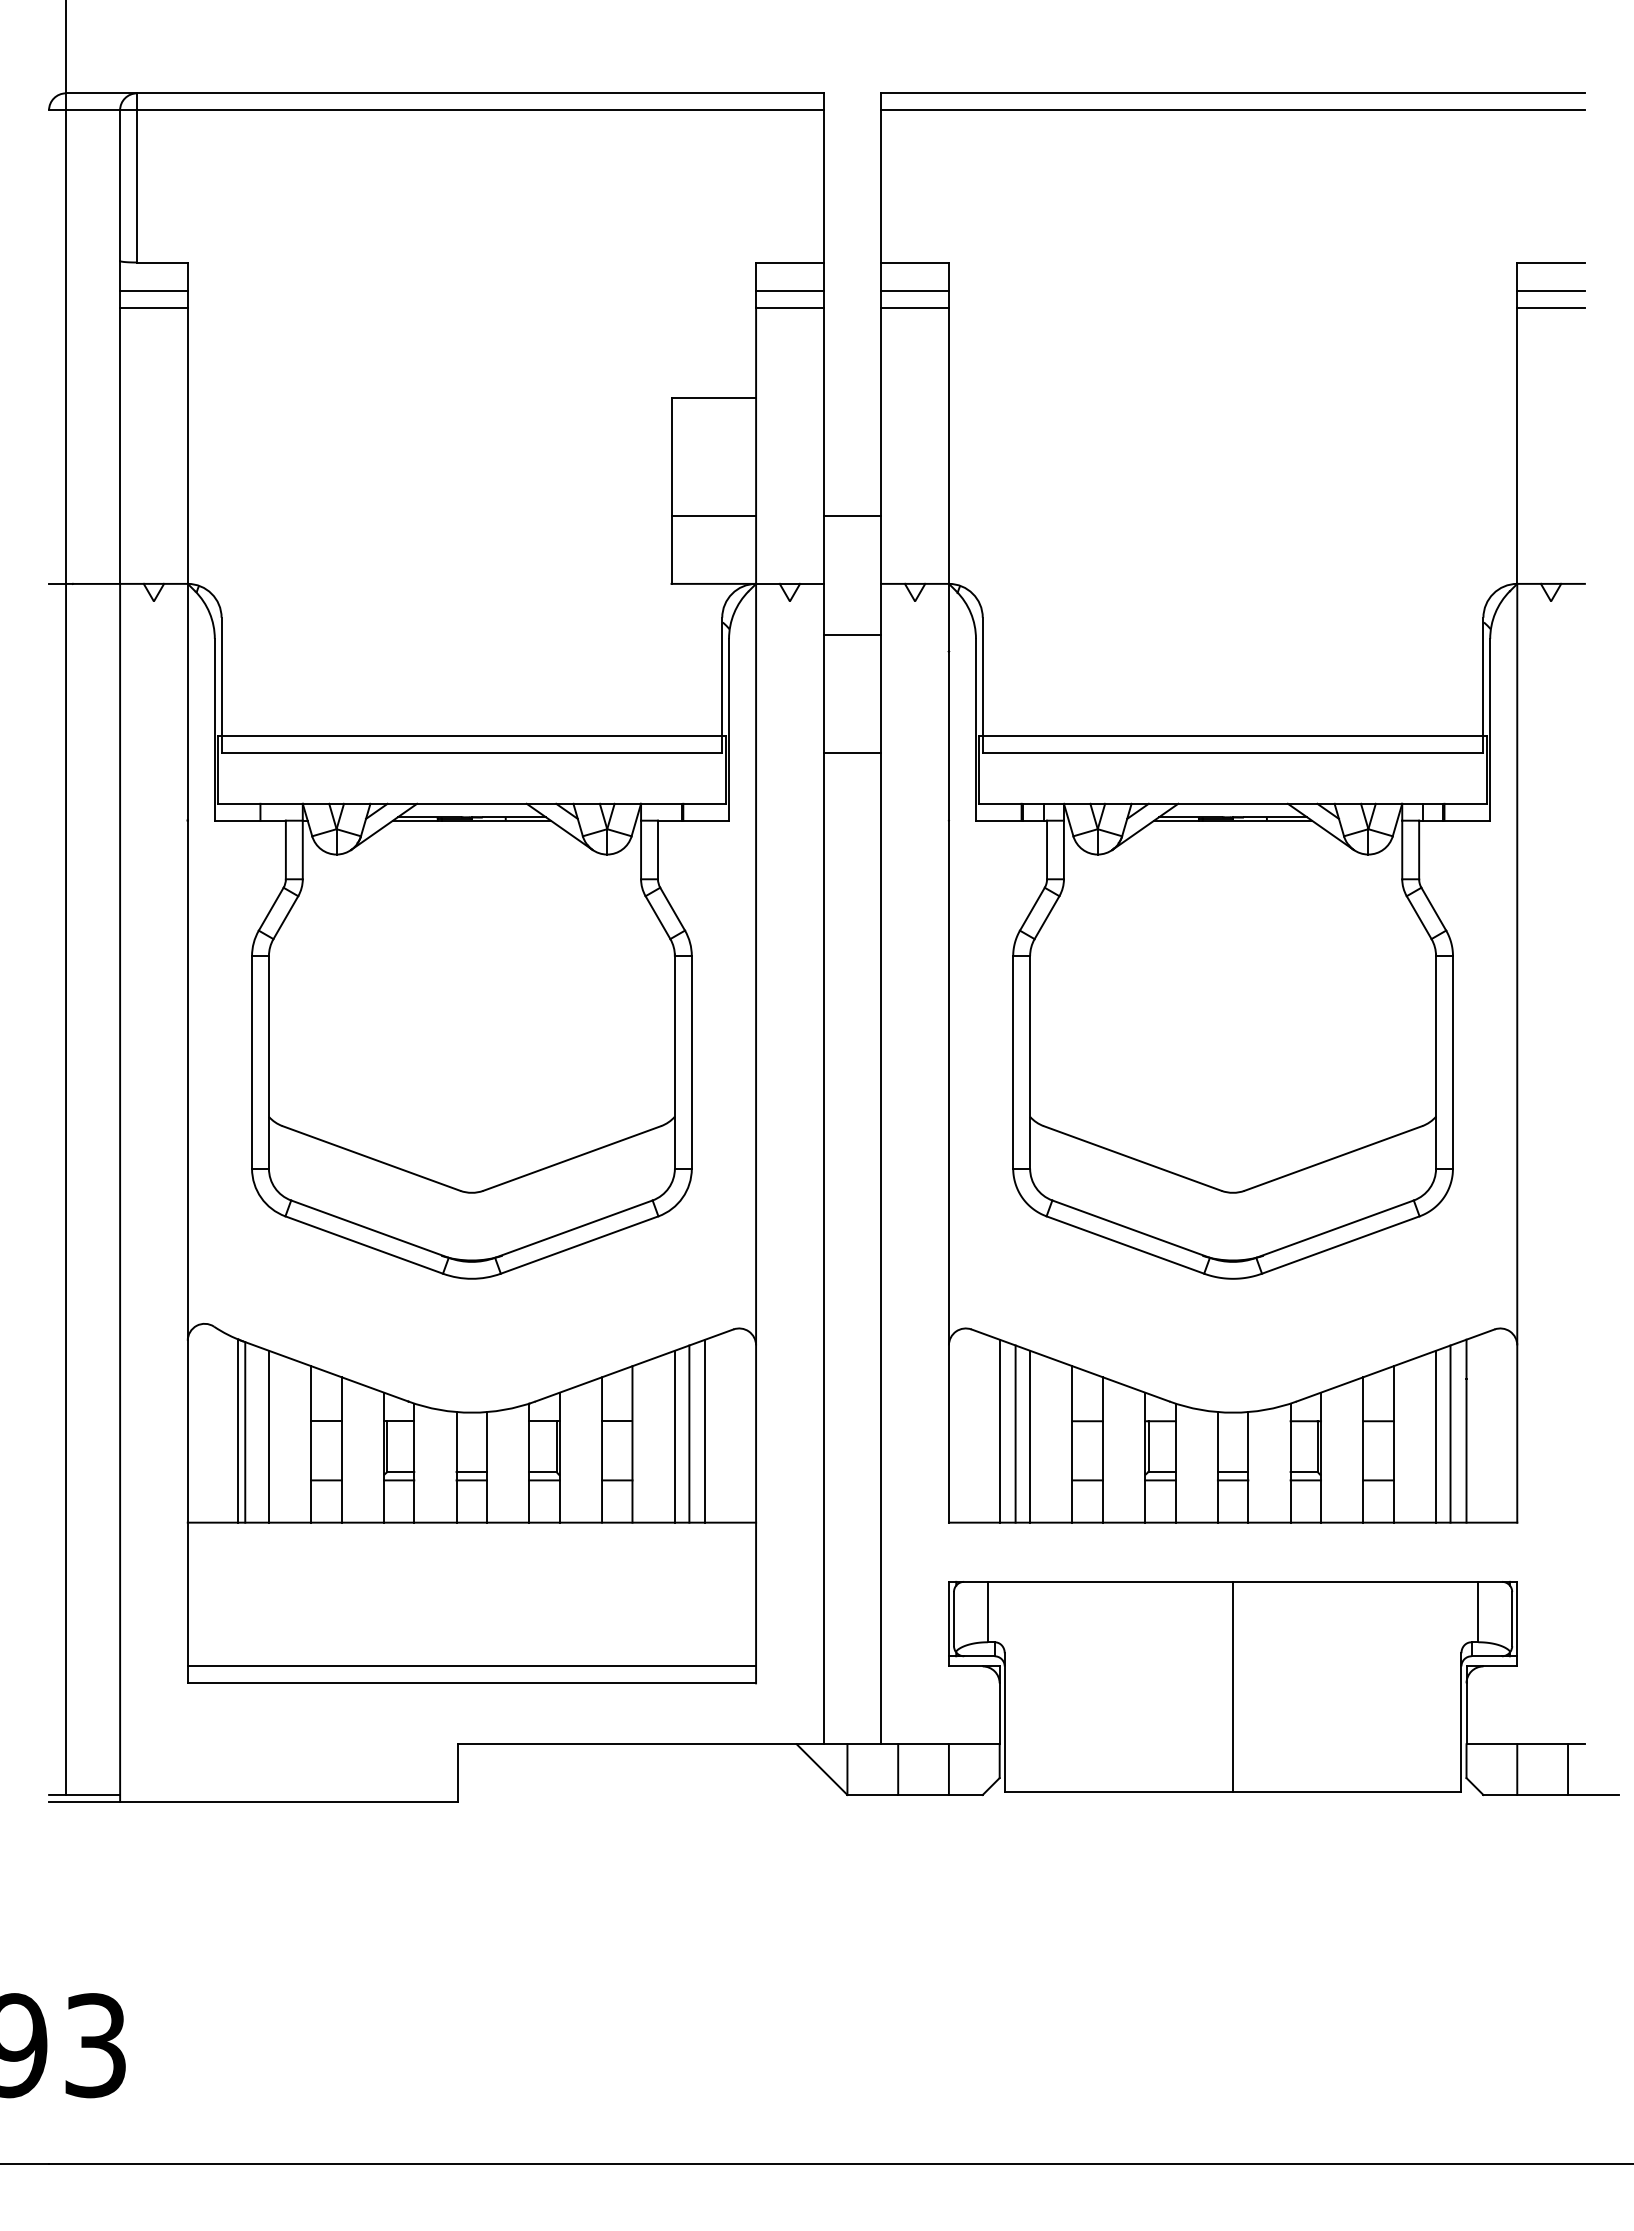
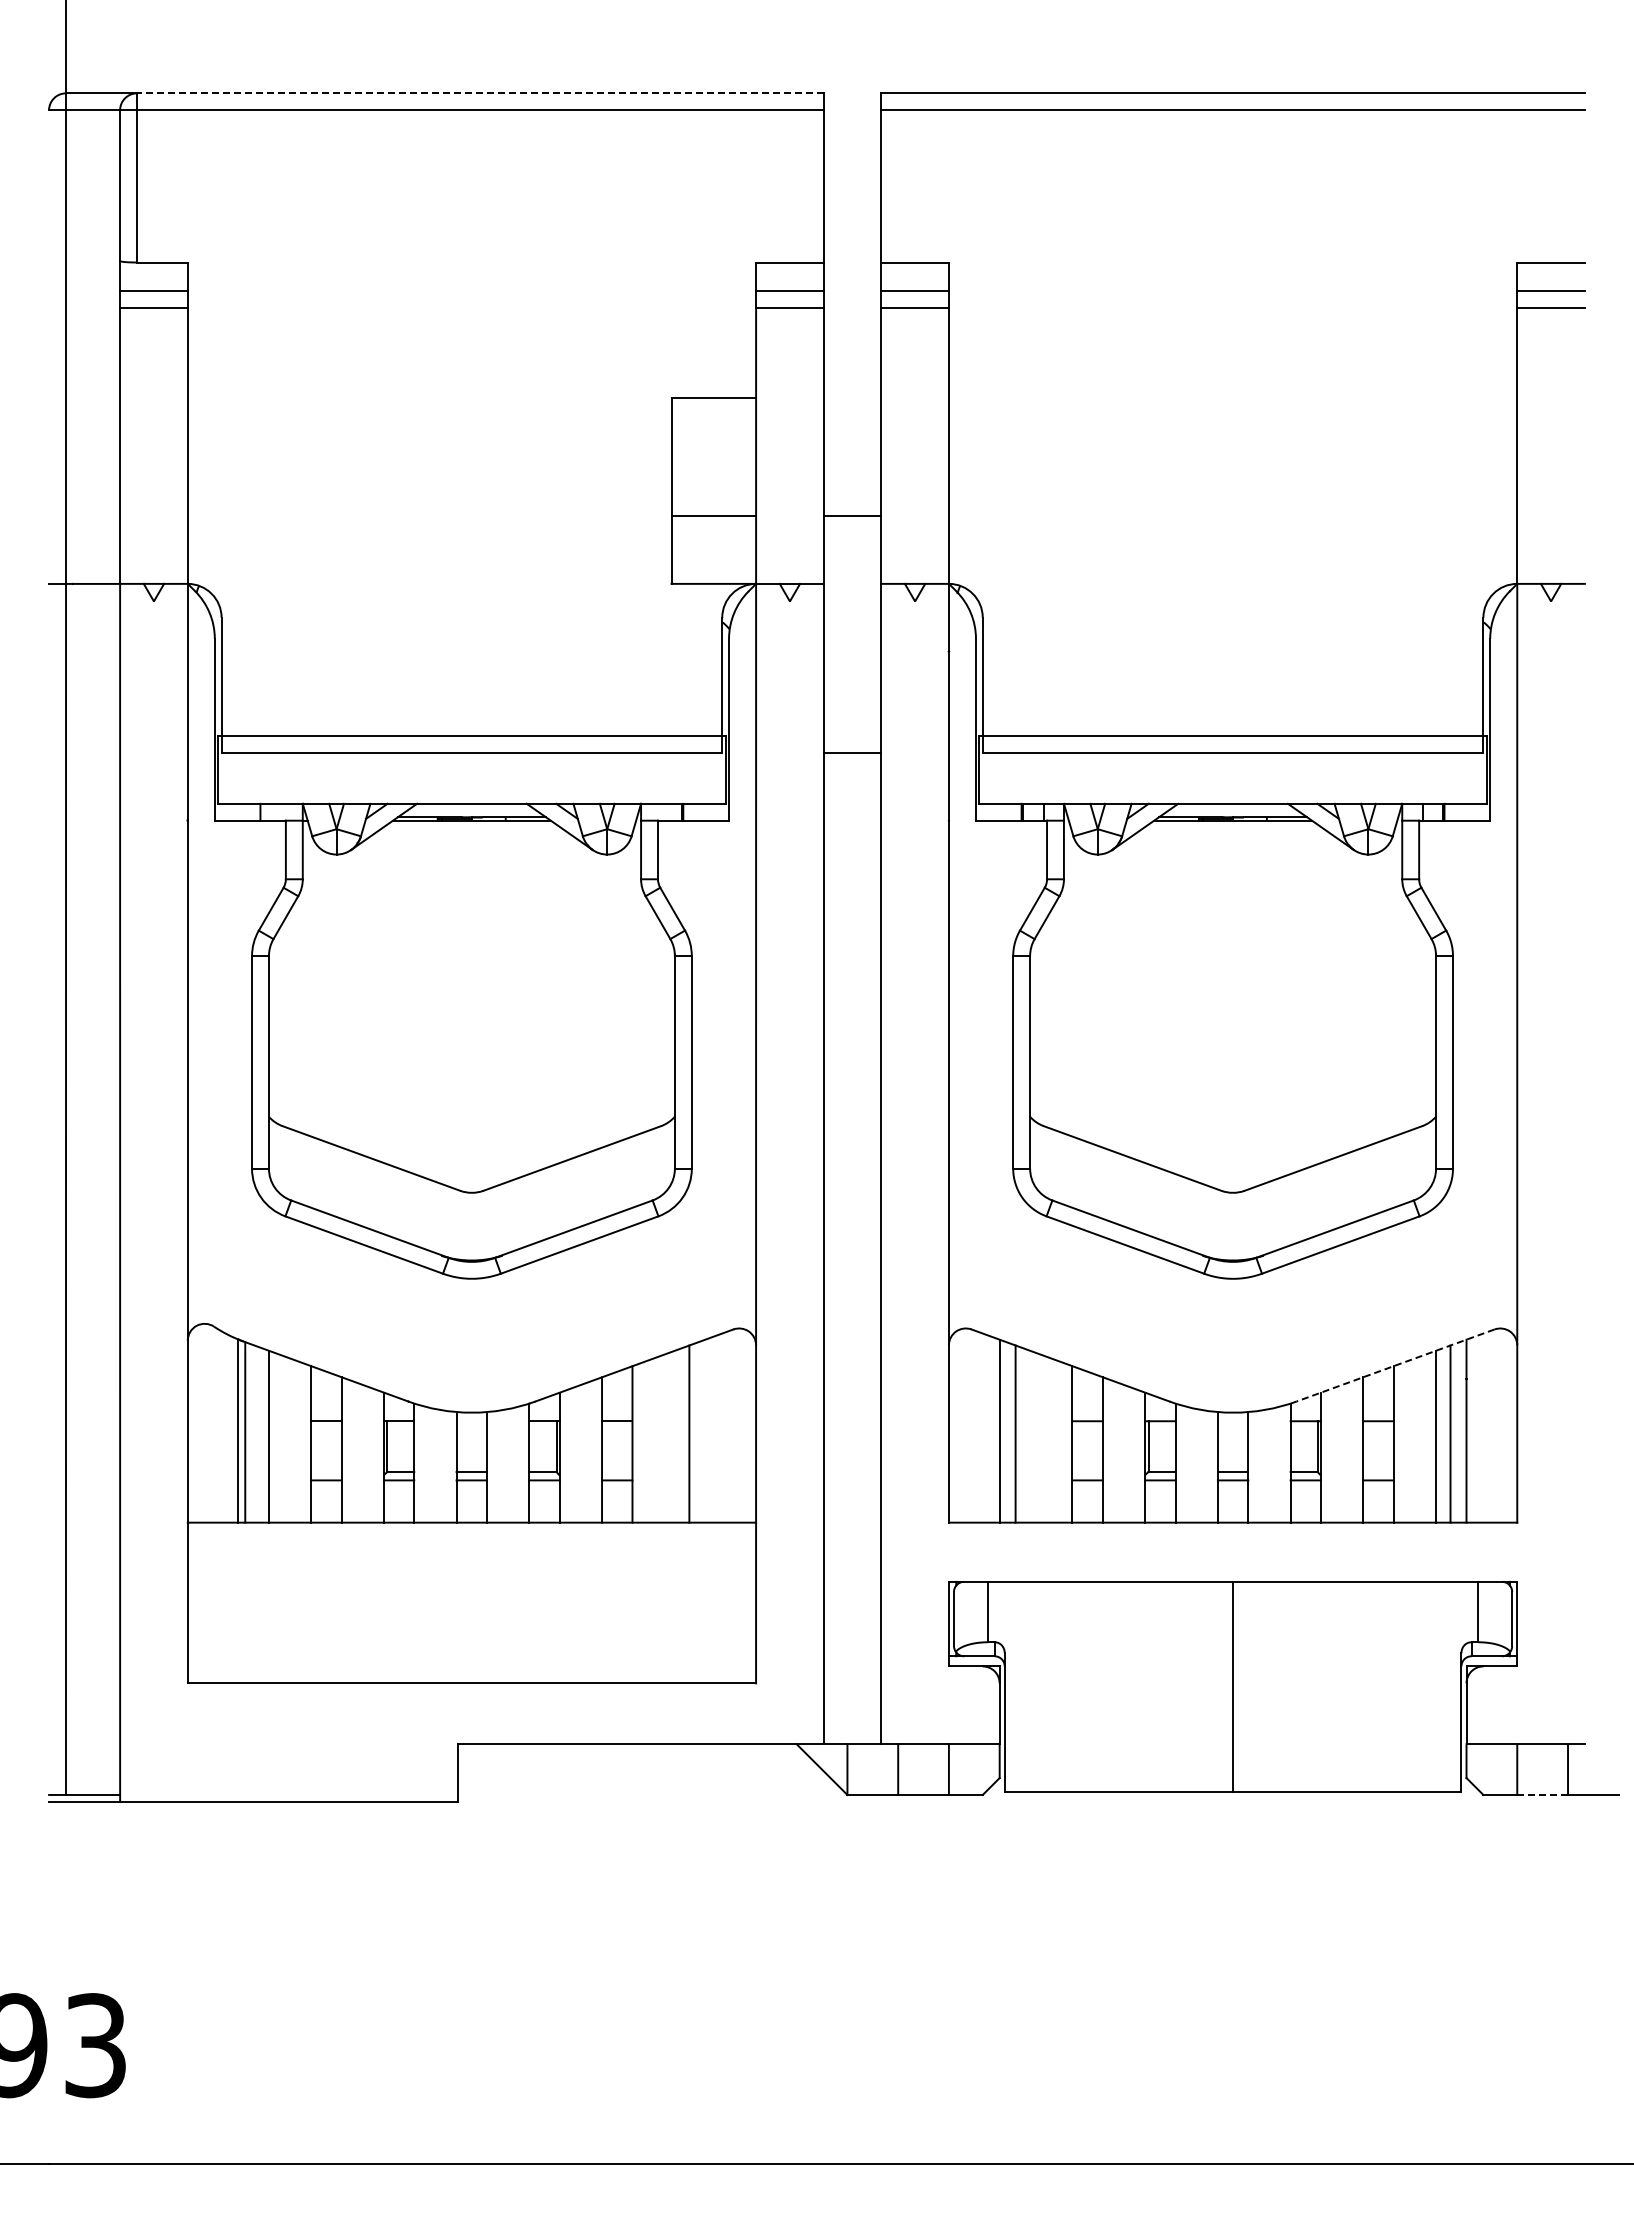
line at (479, 93): solid -> dashed
line at (852, 634): present -> none
line at (1395, 1365): solid -> dashed
line at (705, 1430): present -> none
line at (674, 1436): present -> none
line at (1030, 1436): present -> none
line at (471, 1666): present -> none
line at (1542, 1794): solid -> dashed
